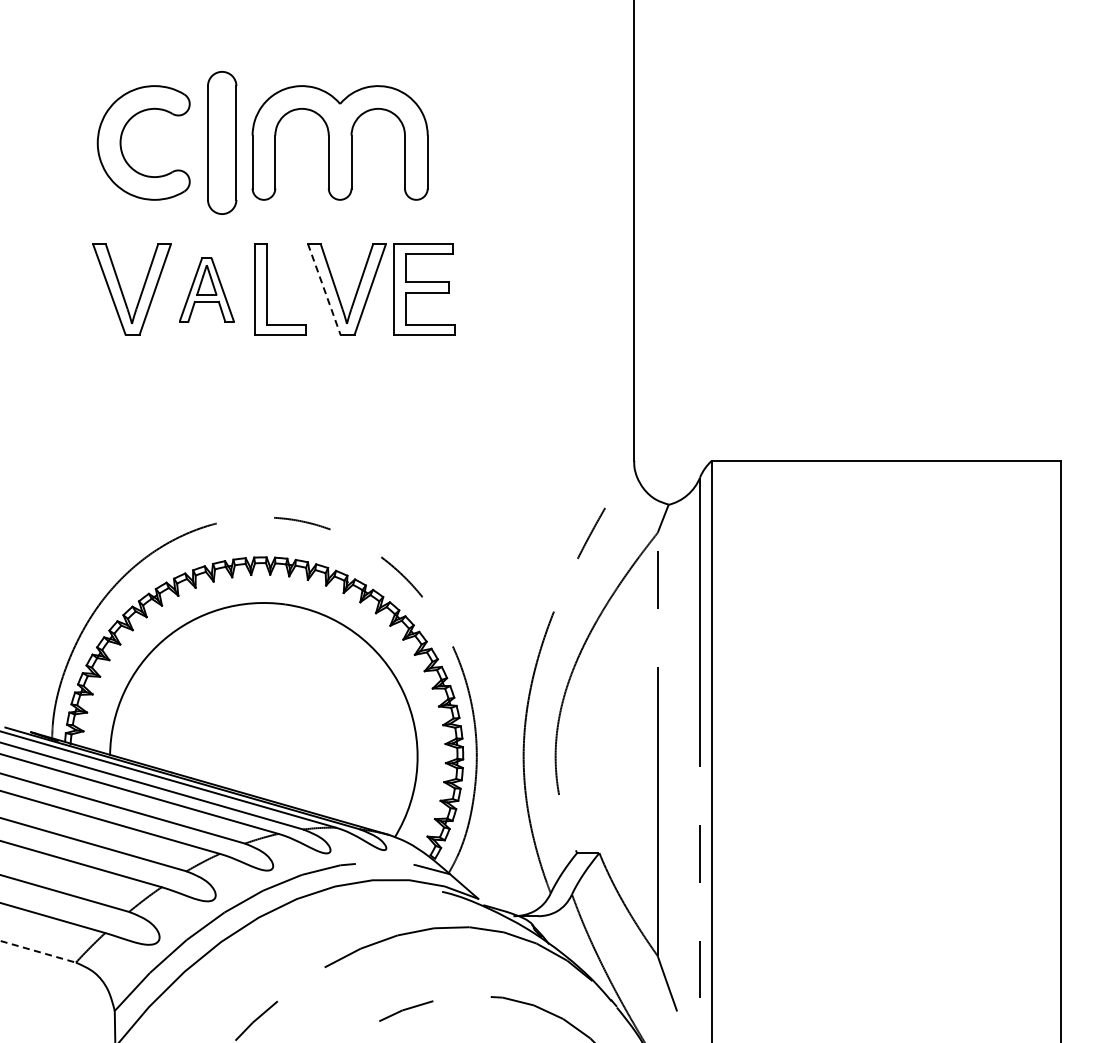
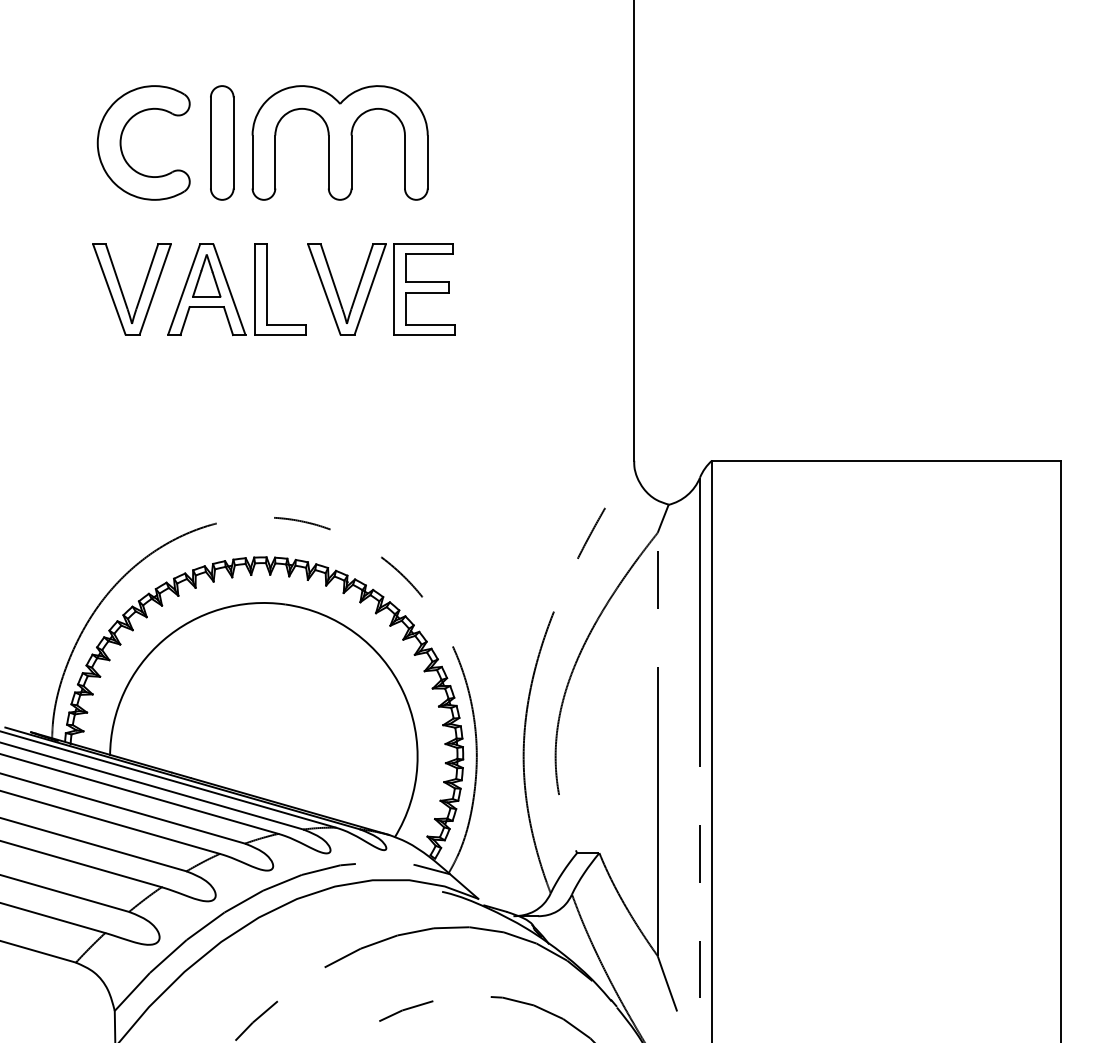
part at (222, 142) size: 31x144 px -> 25x116 px
part at (206, 289) size: 56x66 px -> 80x94 px
line at (324, 290): dashed -> solid
line at (38, 951): dashed -> solid
